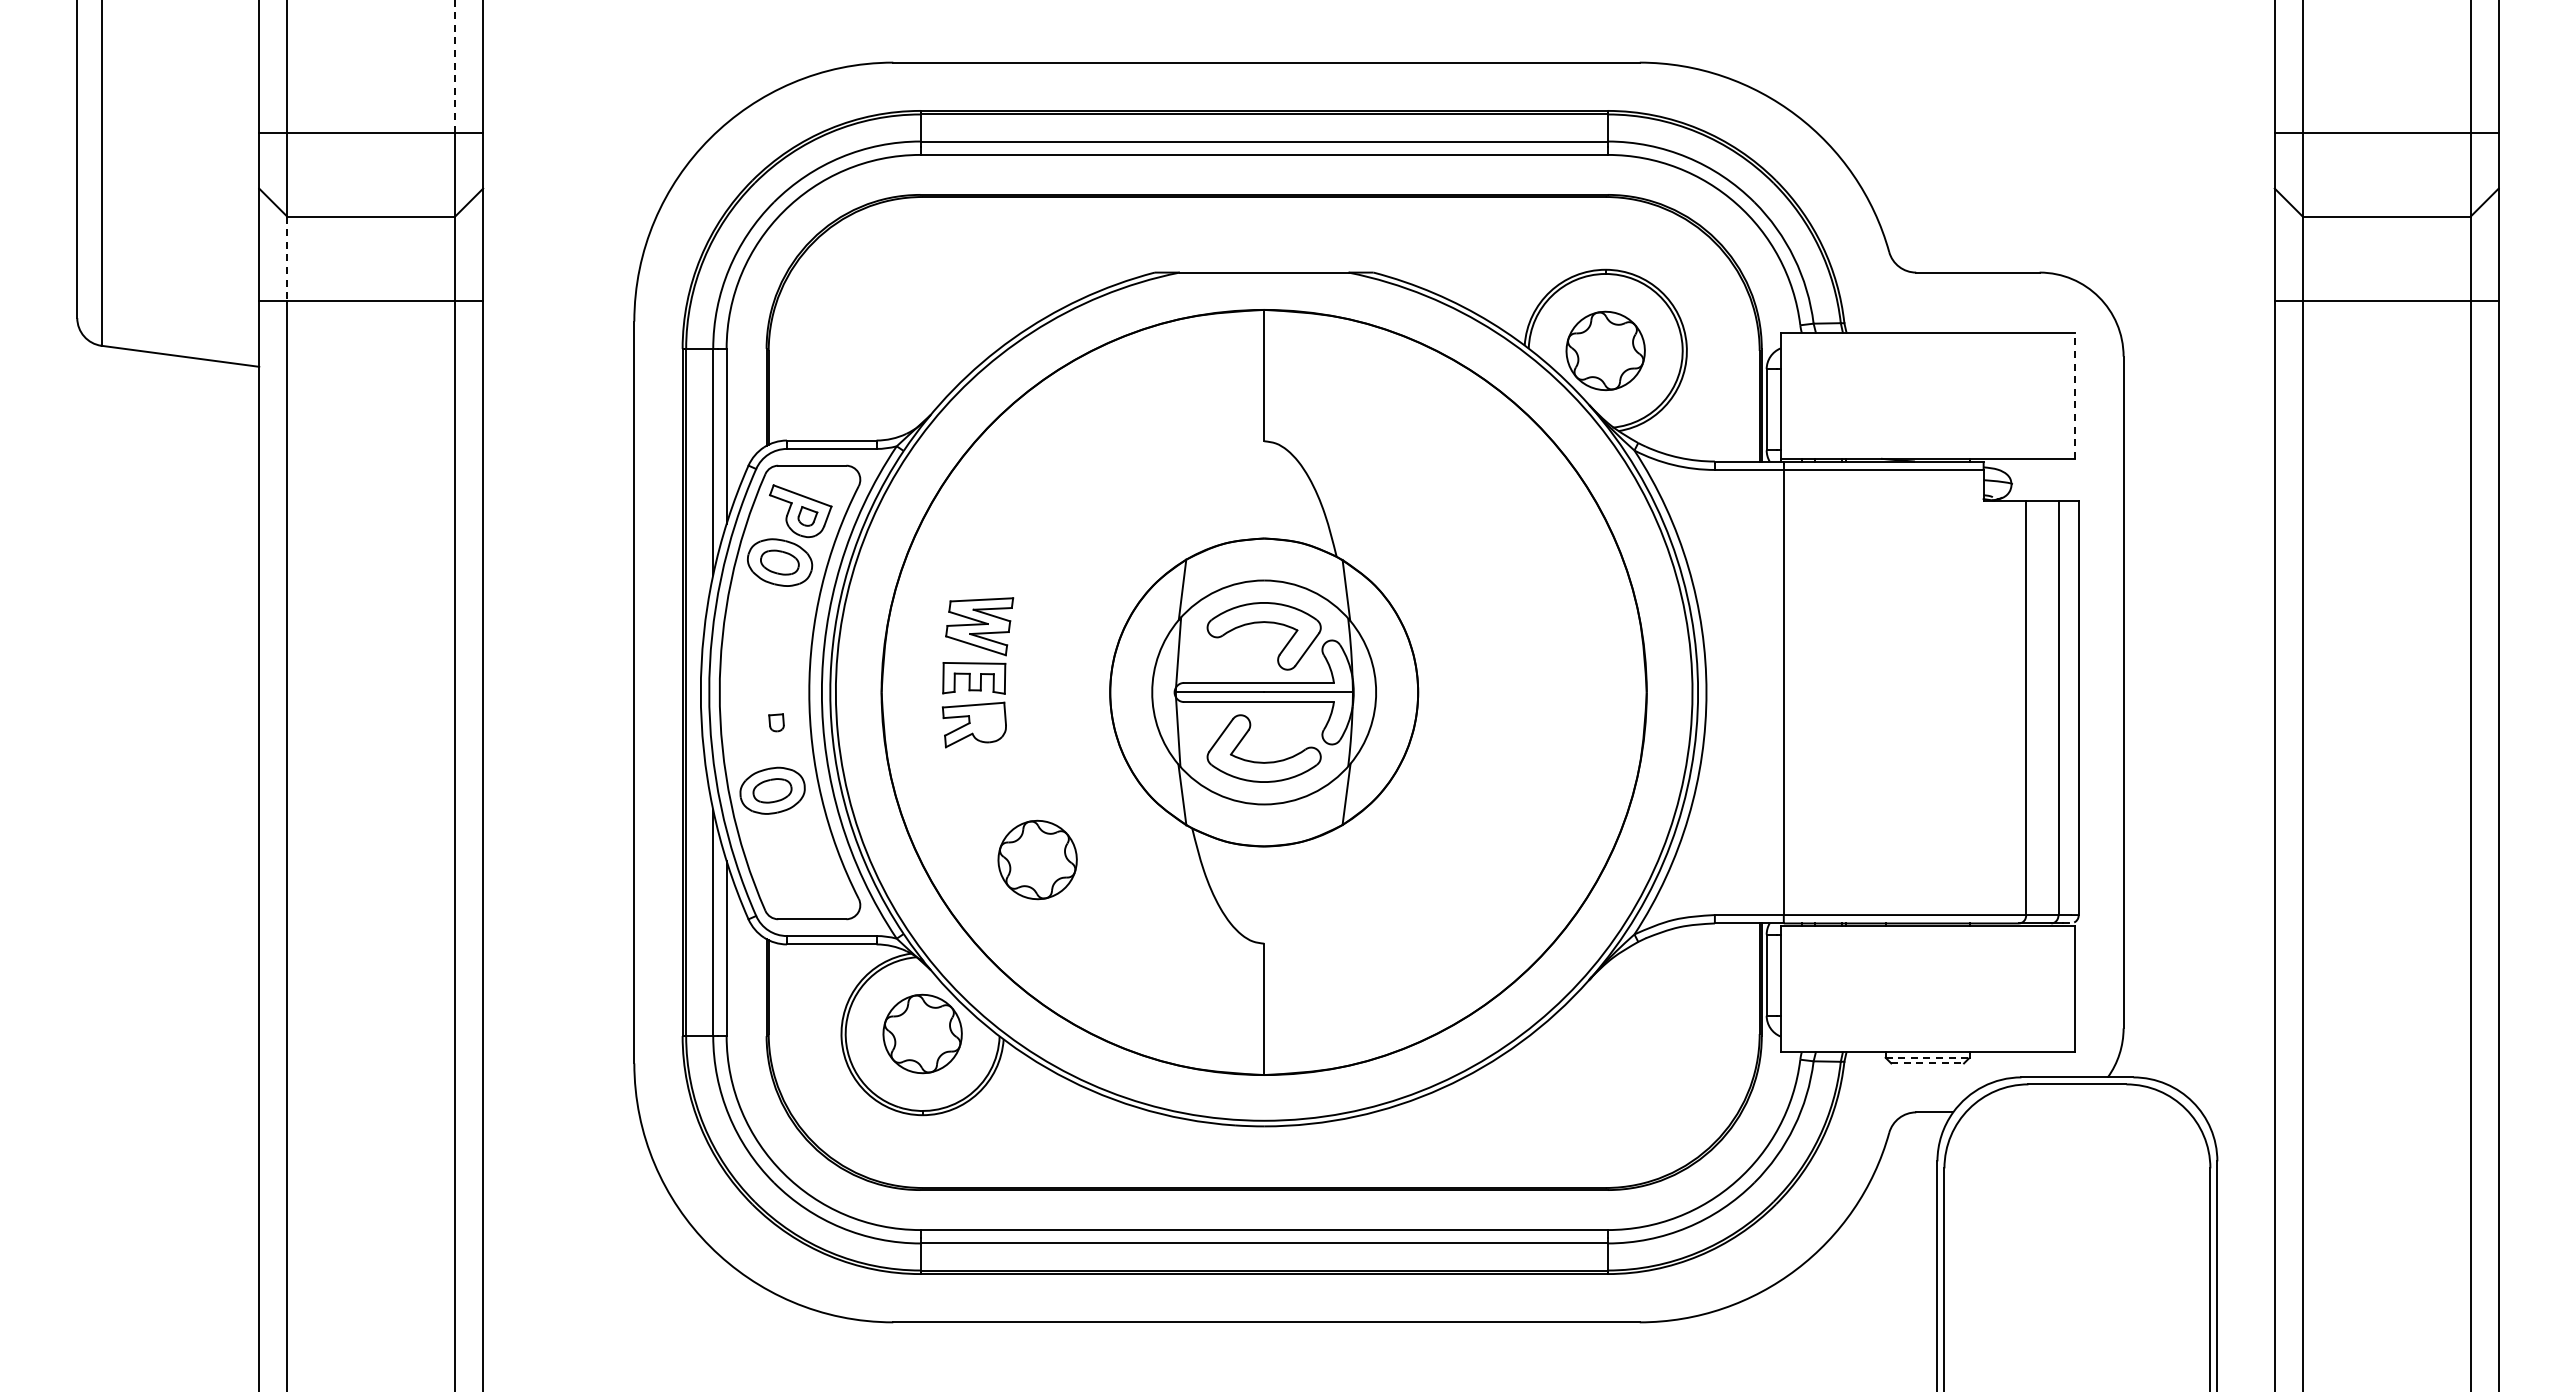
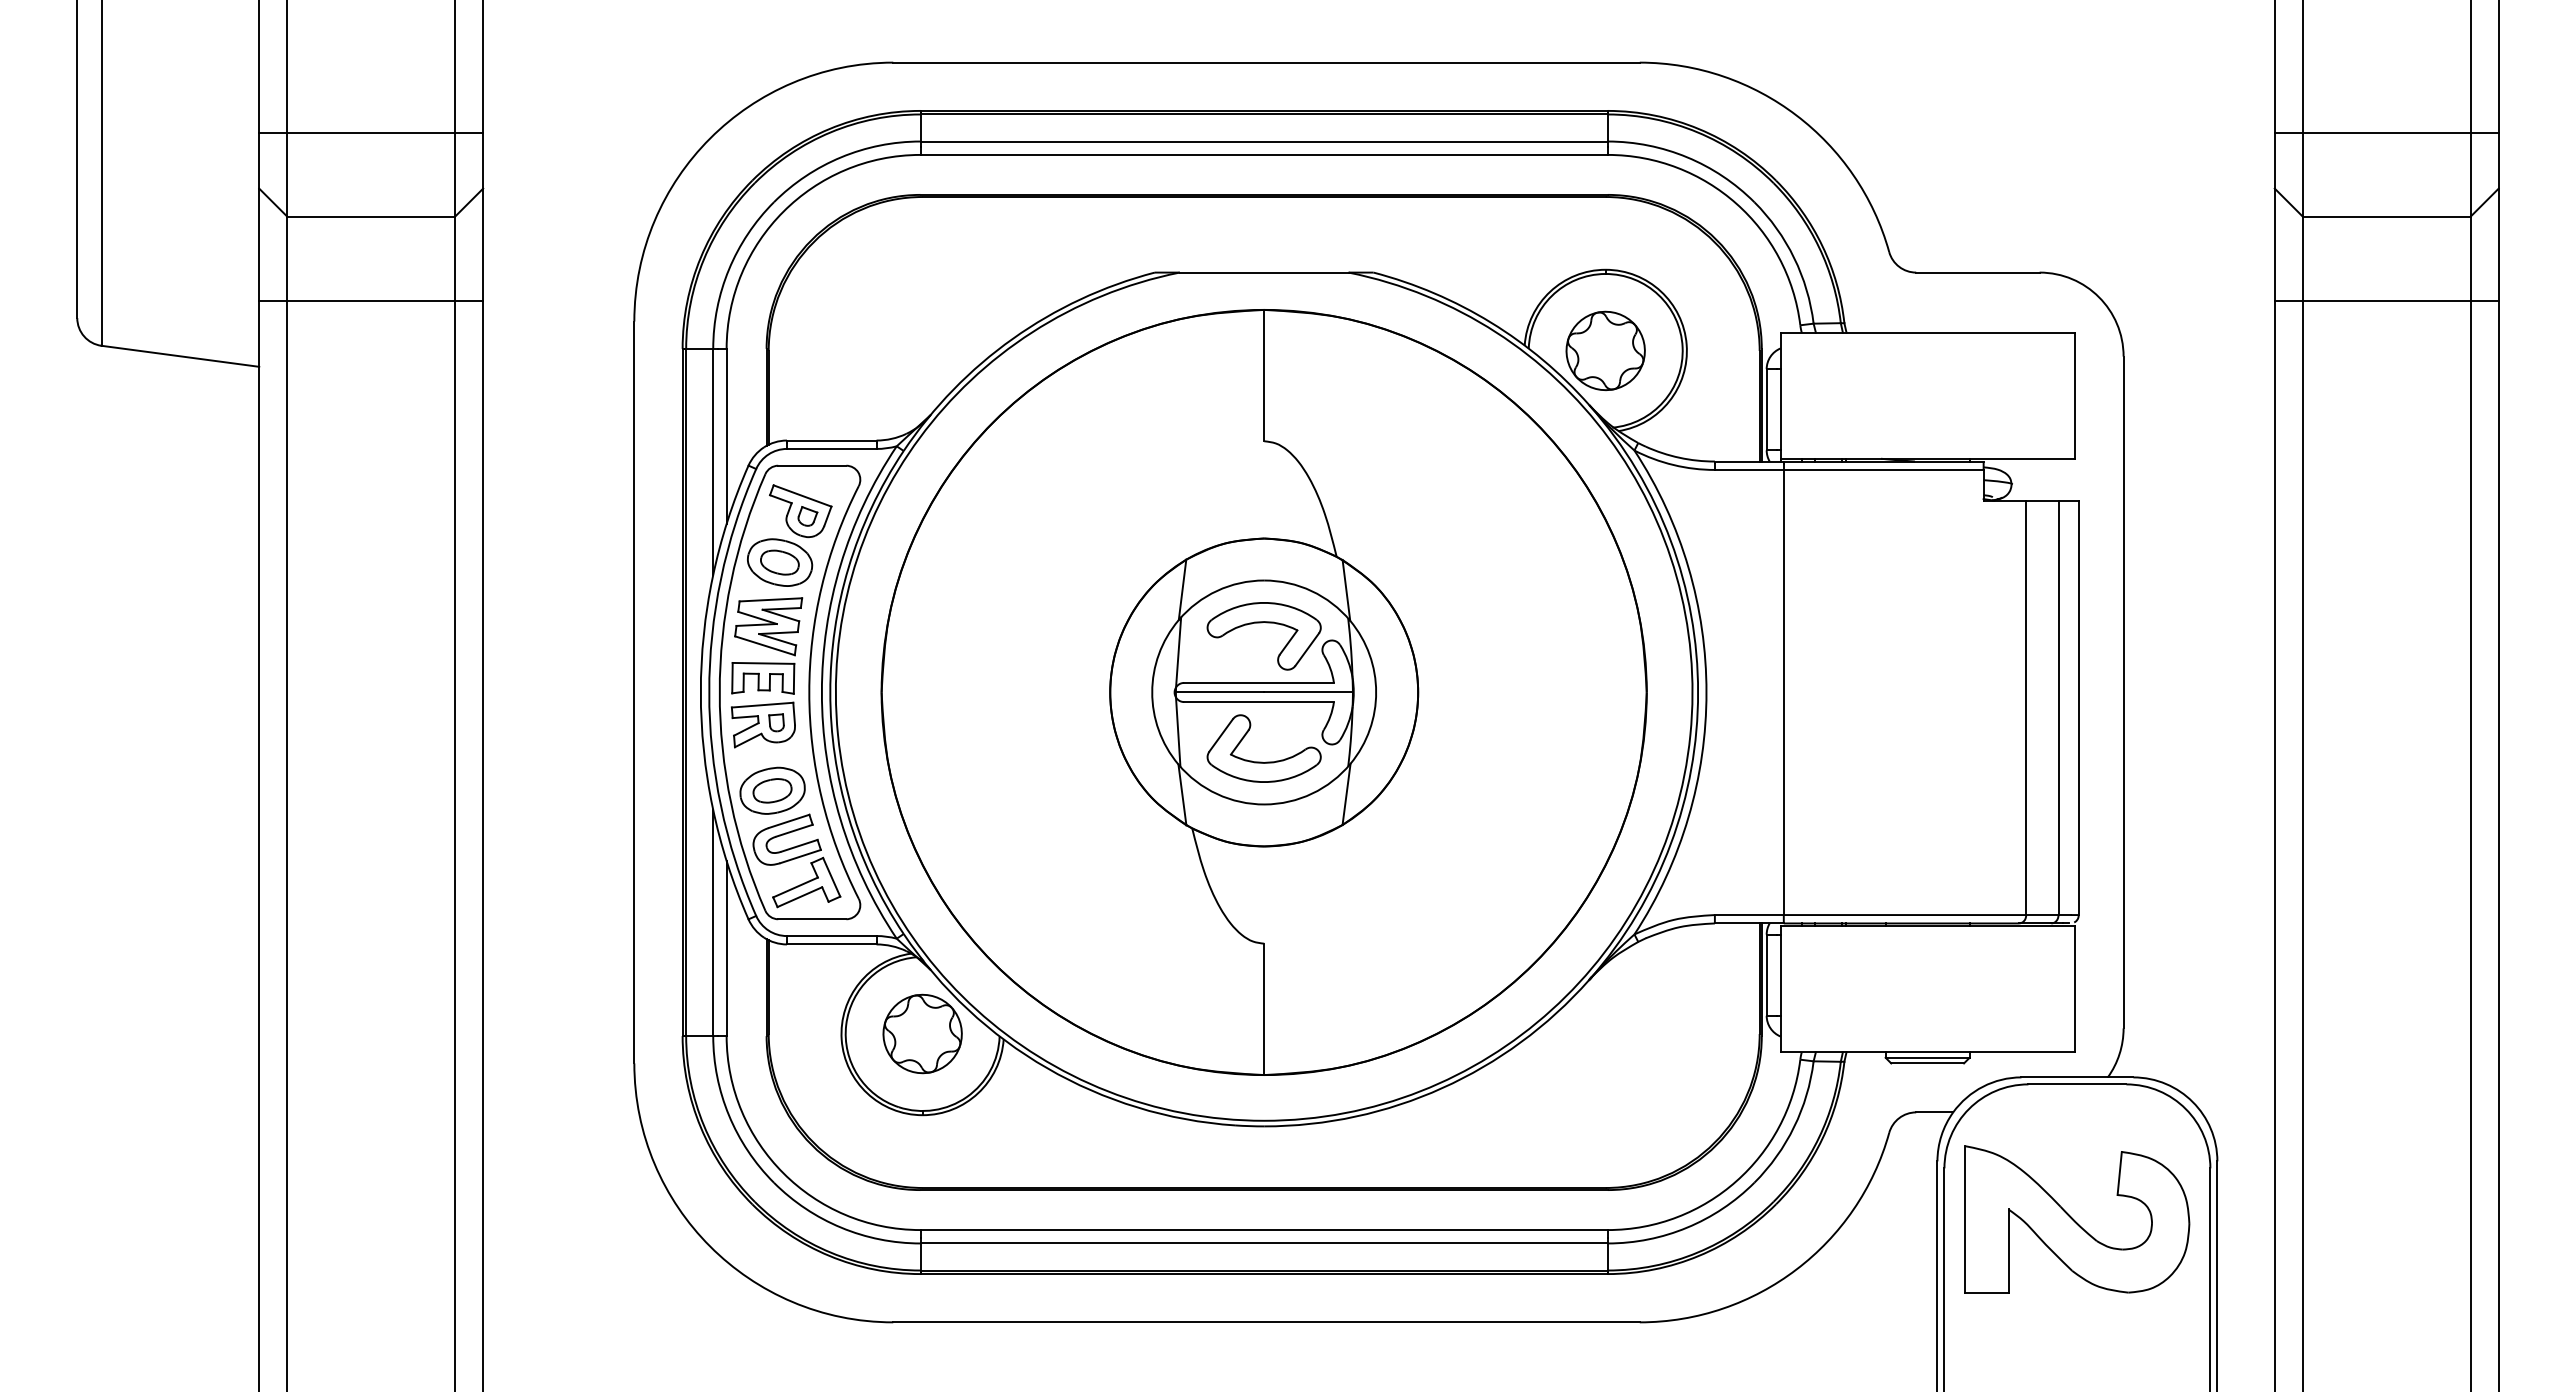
line at (455, 66): dashed -> solid
line at (287, 258): dashed -> solid
line at (2074, 395): dashed -> solid
part at (977, 672) position: (977, 672) -> (766, 672)
part at (1037, 859): present -> none
part at (796, 860): none -> present
line at (1927, 1057): dashed -> solid
line at (1928, 1063): dashed -> solid
part at (2077, 1219): none -> present
